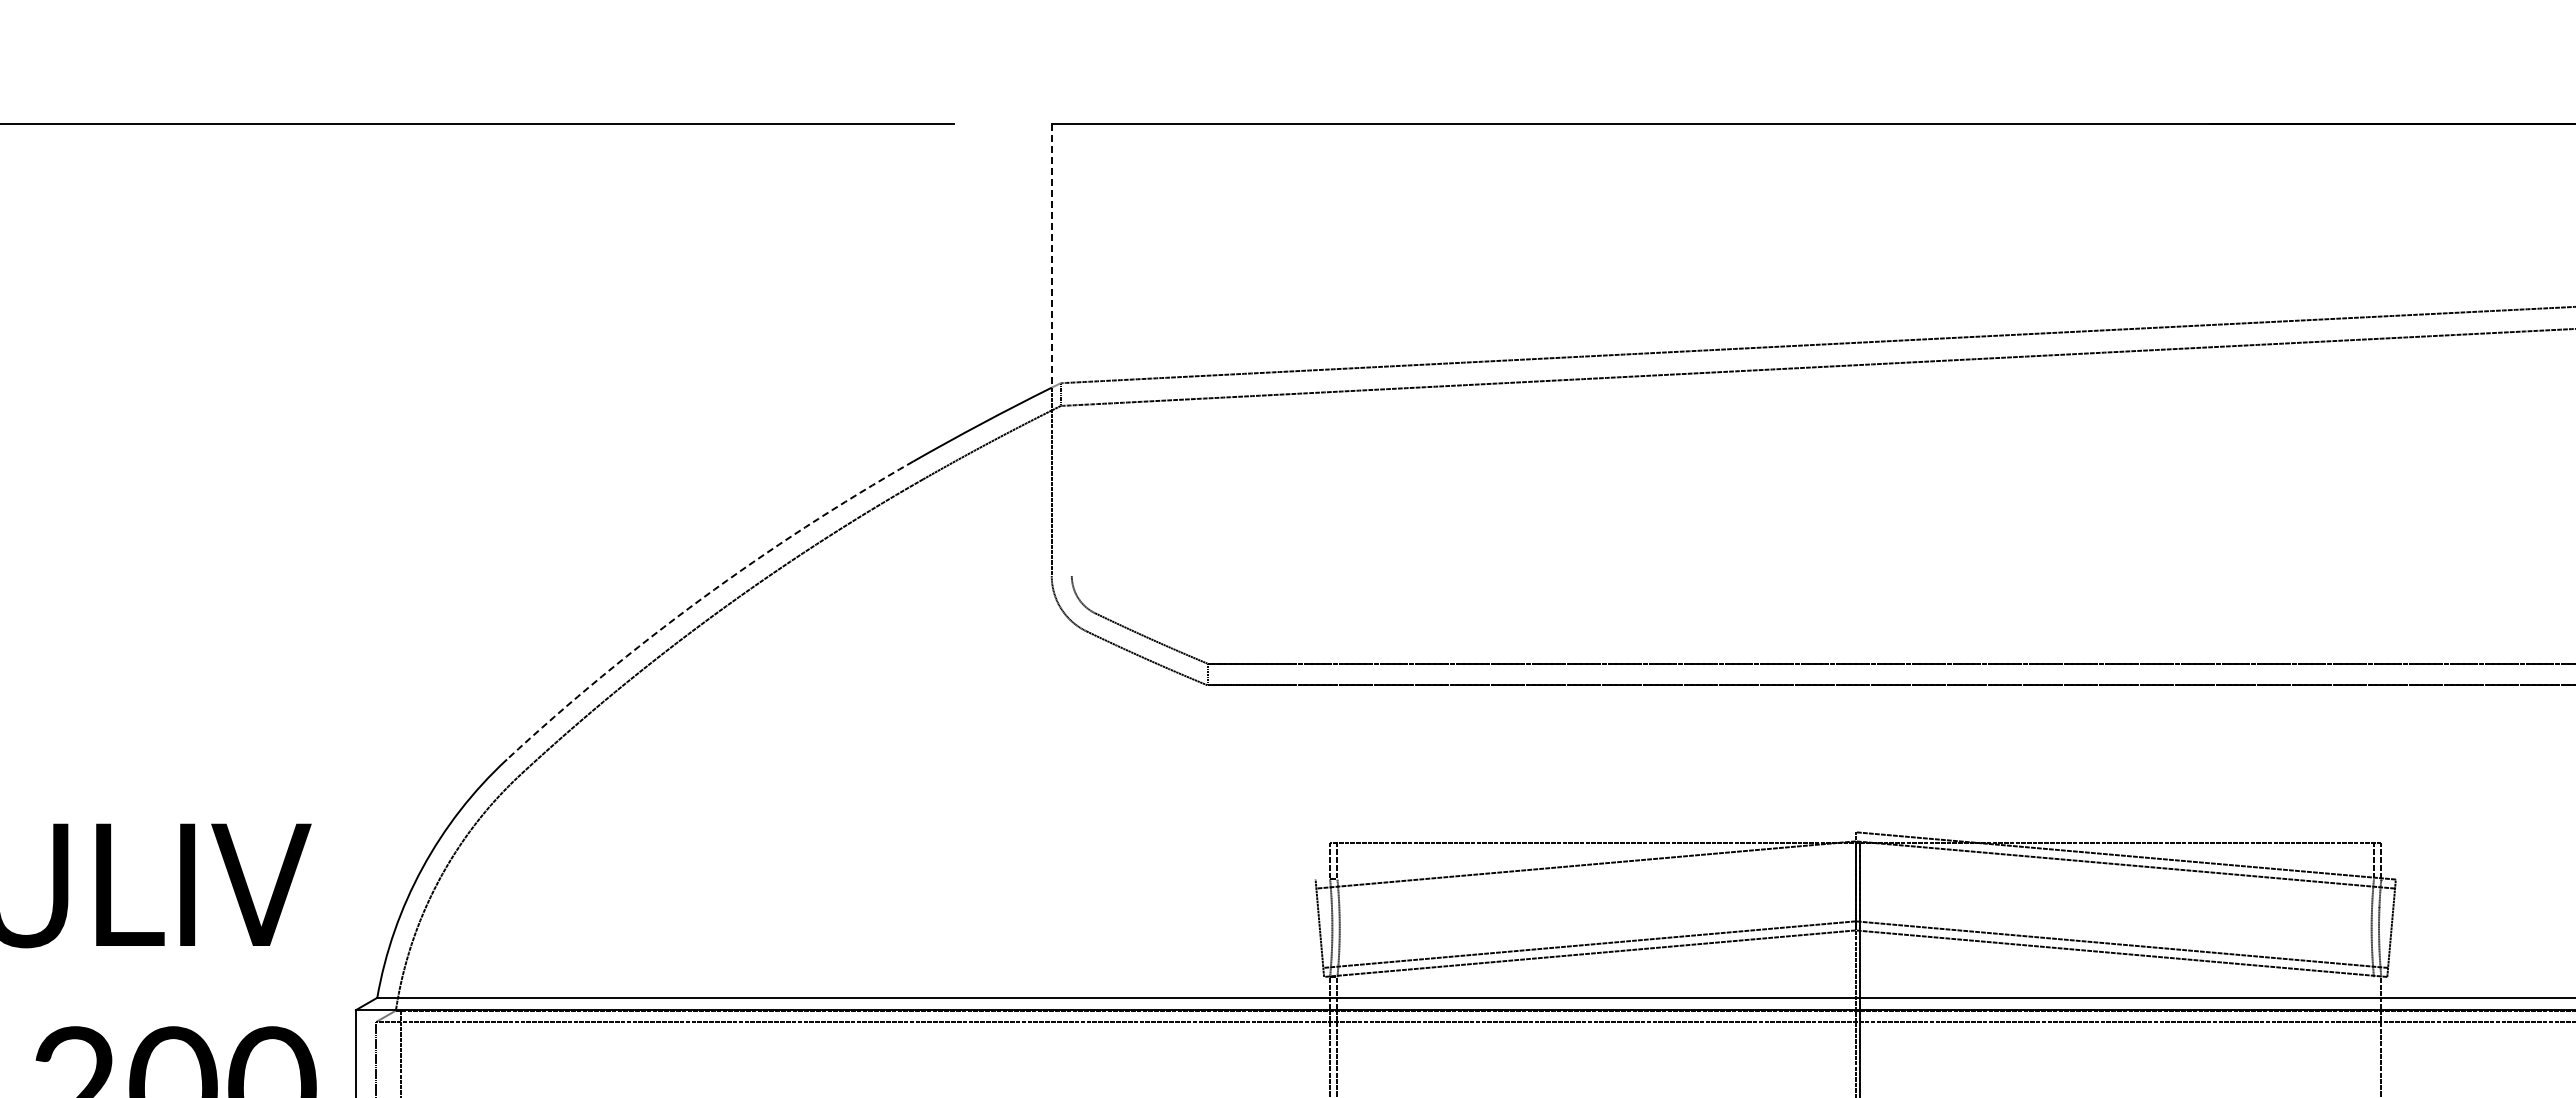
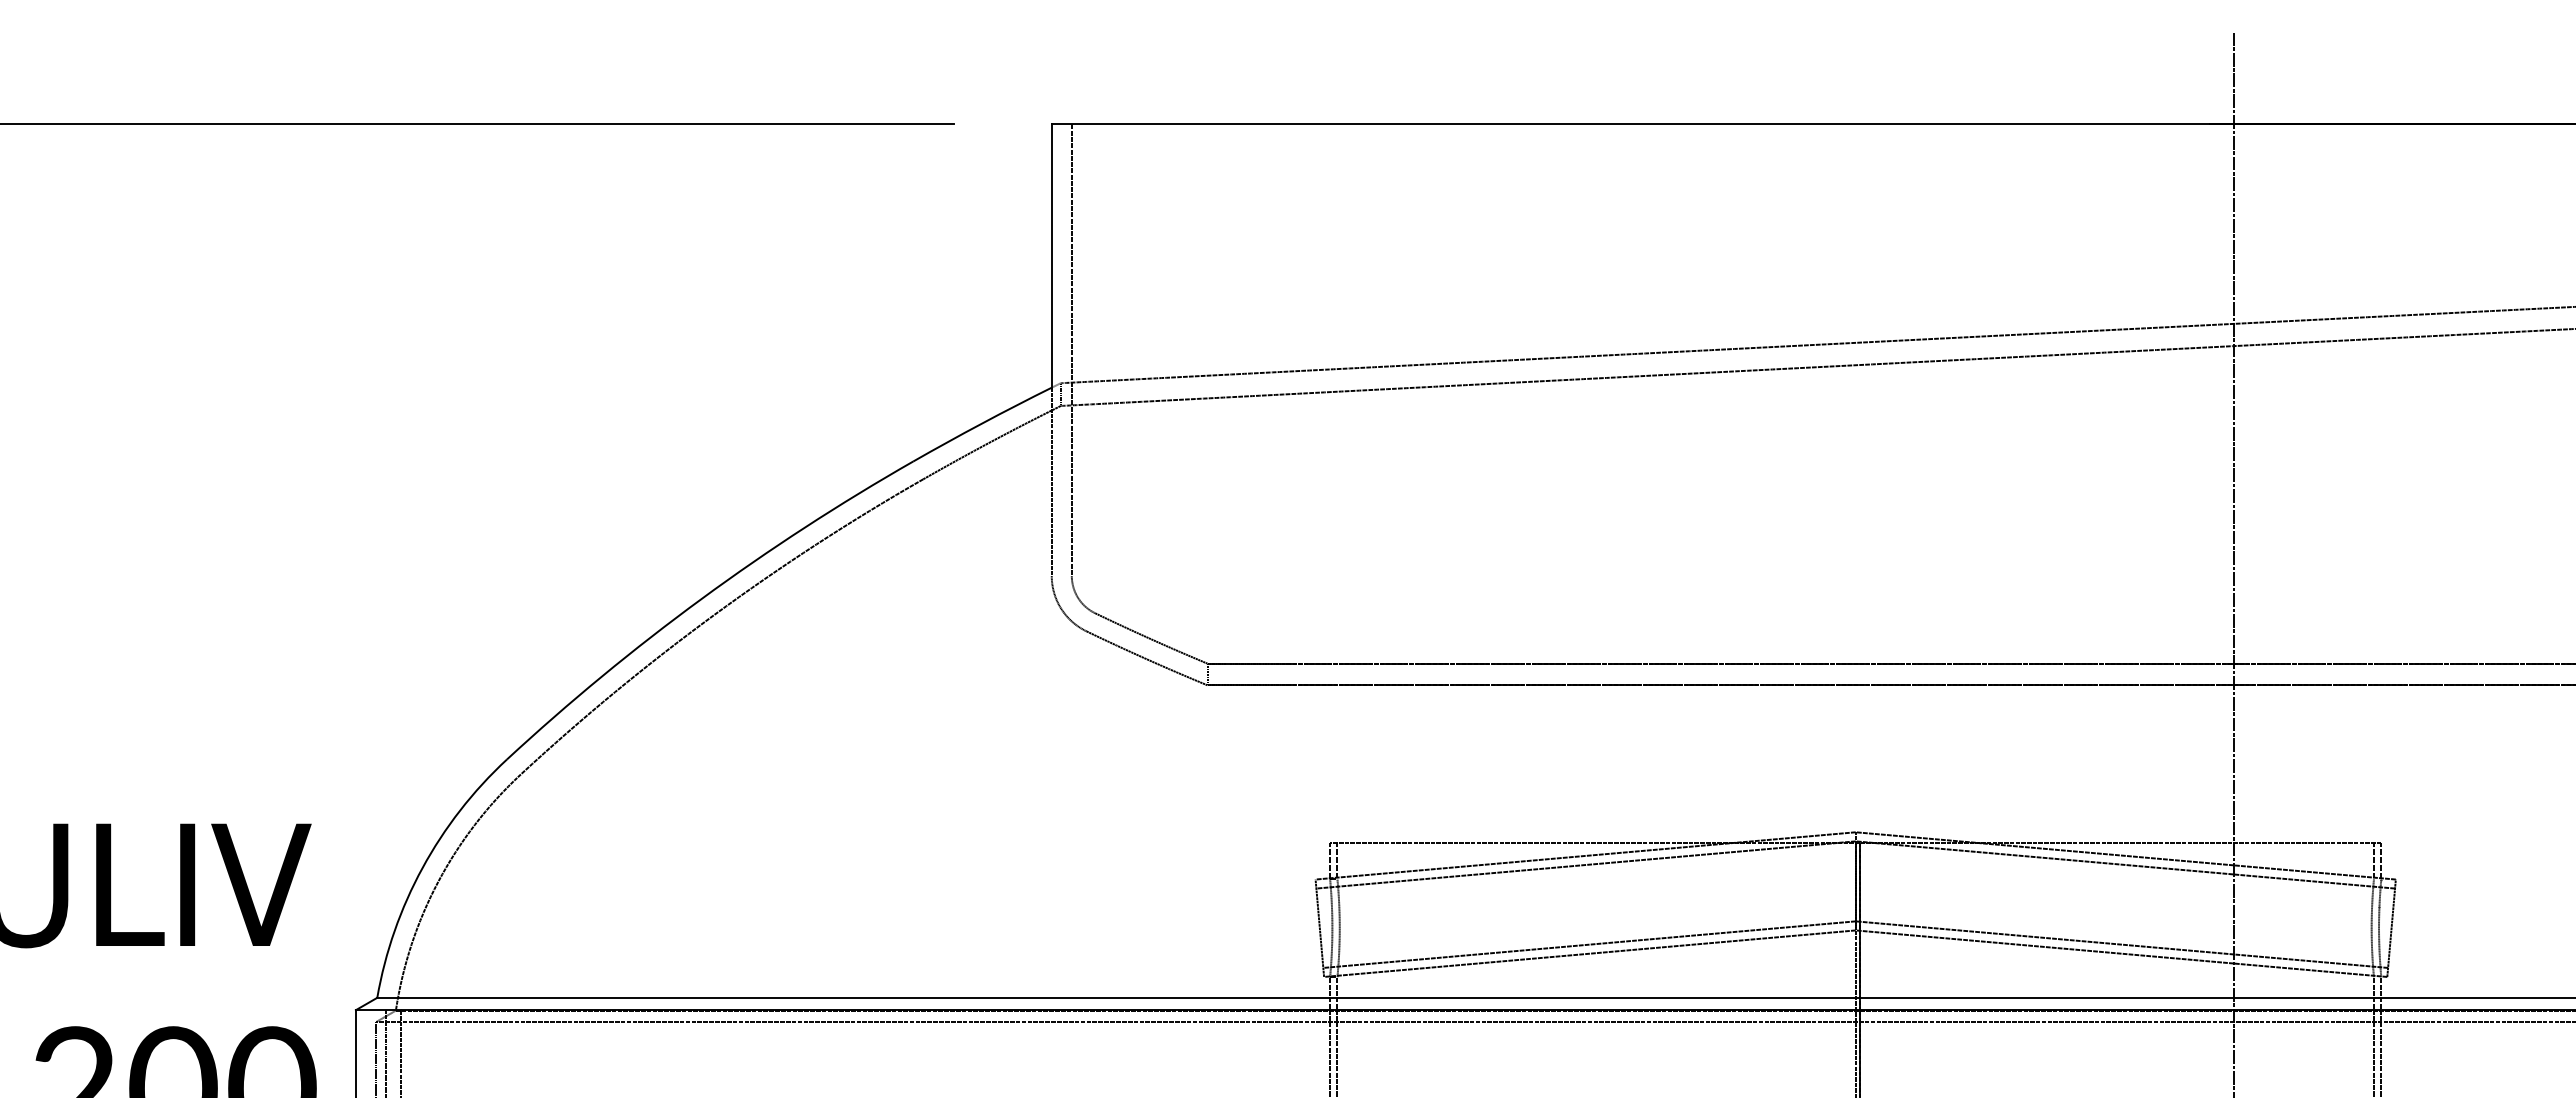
line at (1051, 256): dashed -> solid
line at (1071, 350): none -> present
line at (2234, 563): none -> present
arc at (701, 598): dashed -> solid
line at (1585, 855): none -> present
line at (2373, 1035): none -> present
line at (386, 1052): none -> present
